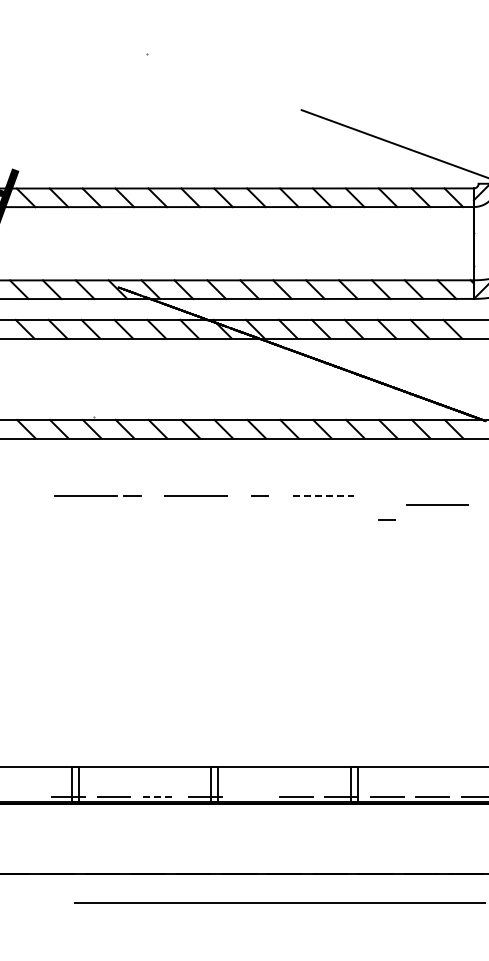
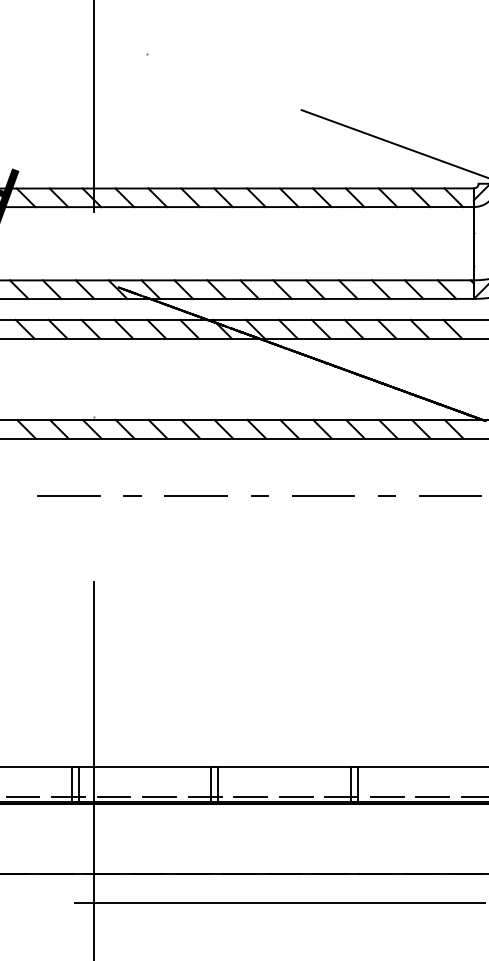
line at (93, 107): none -> present
line at (85, 495) position: (85, 495) -> (68, 495)
line at (323, 496): dashed -> solid
line at (437, 504) position: (437, 504) -> (450, 495)
line at (386, 519) position: (386, 519) -> (386, 495)
line at (93, 769): none -> present
line at (22, 797): none -> present
line at (160, 797): dashed -> solid
line at (250, 797): none -> present
